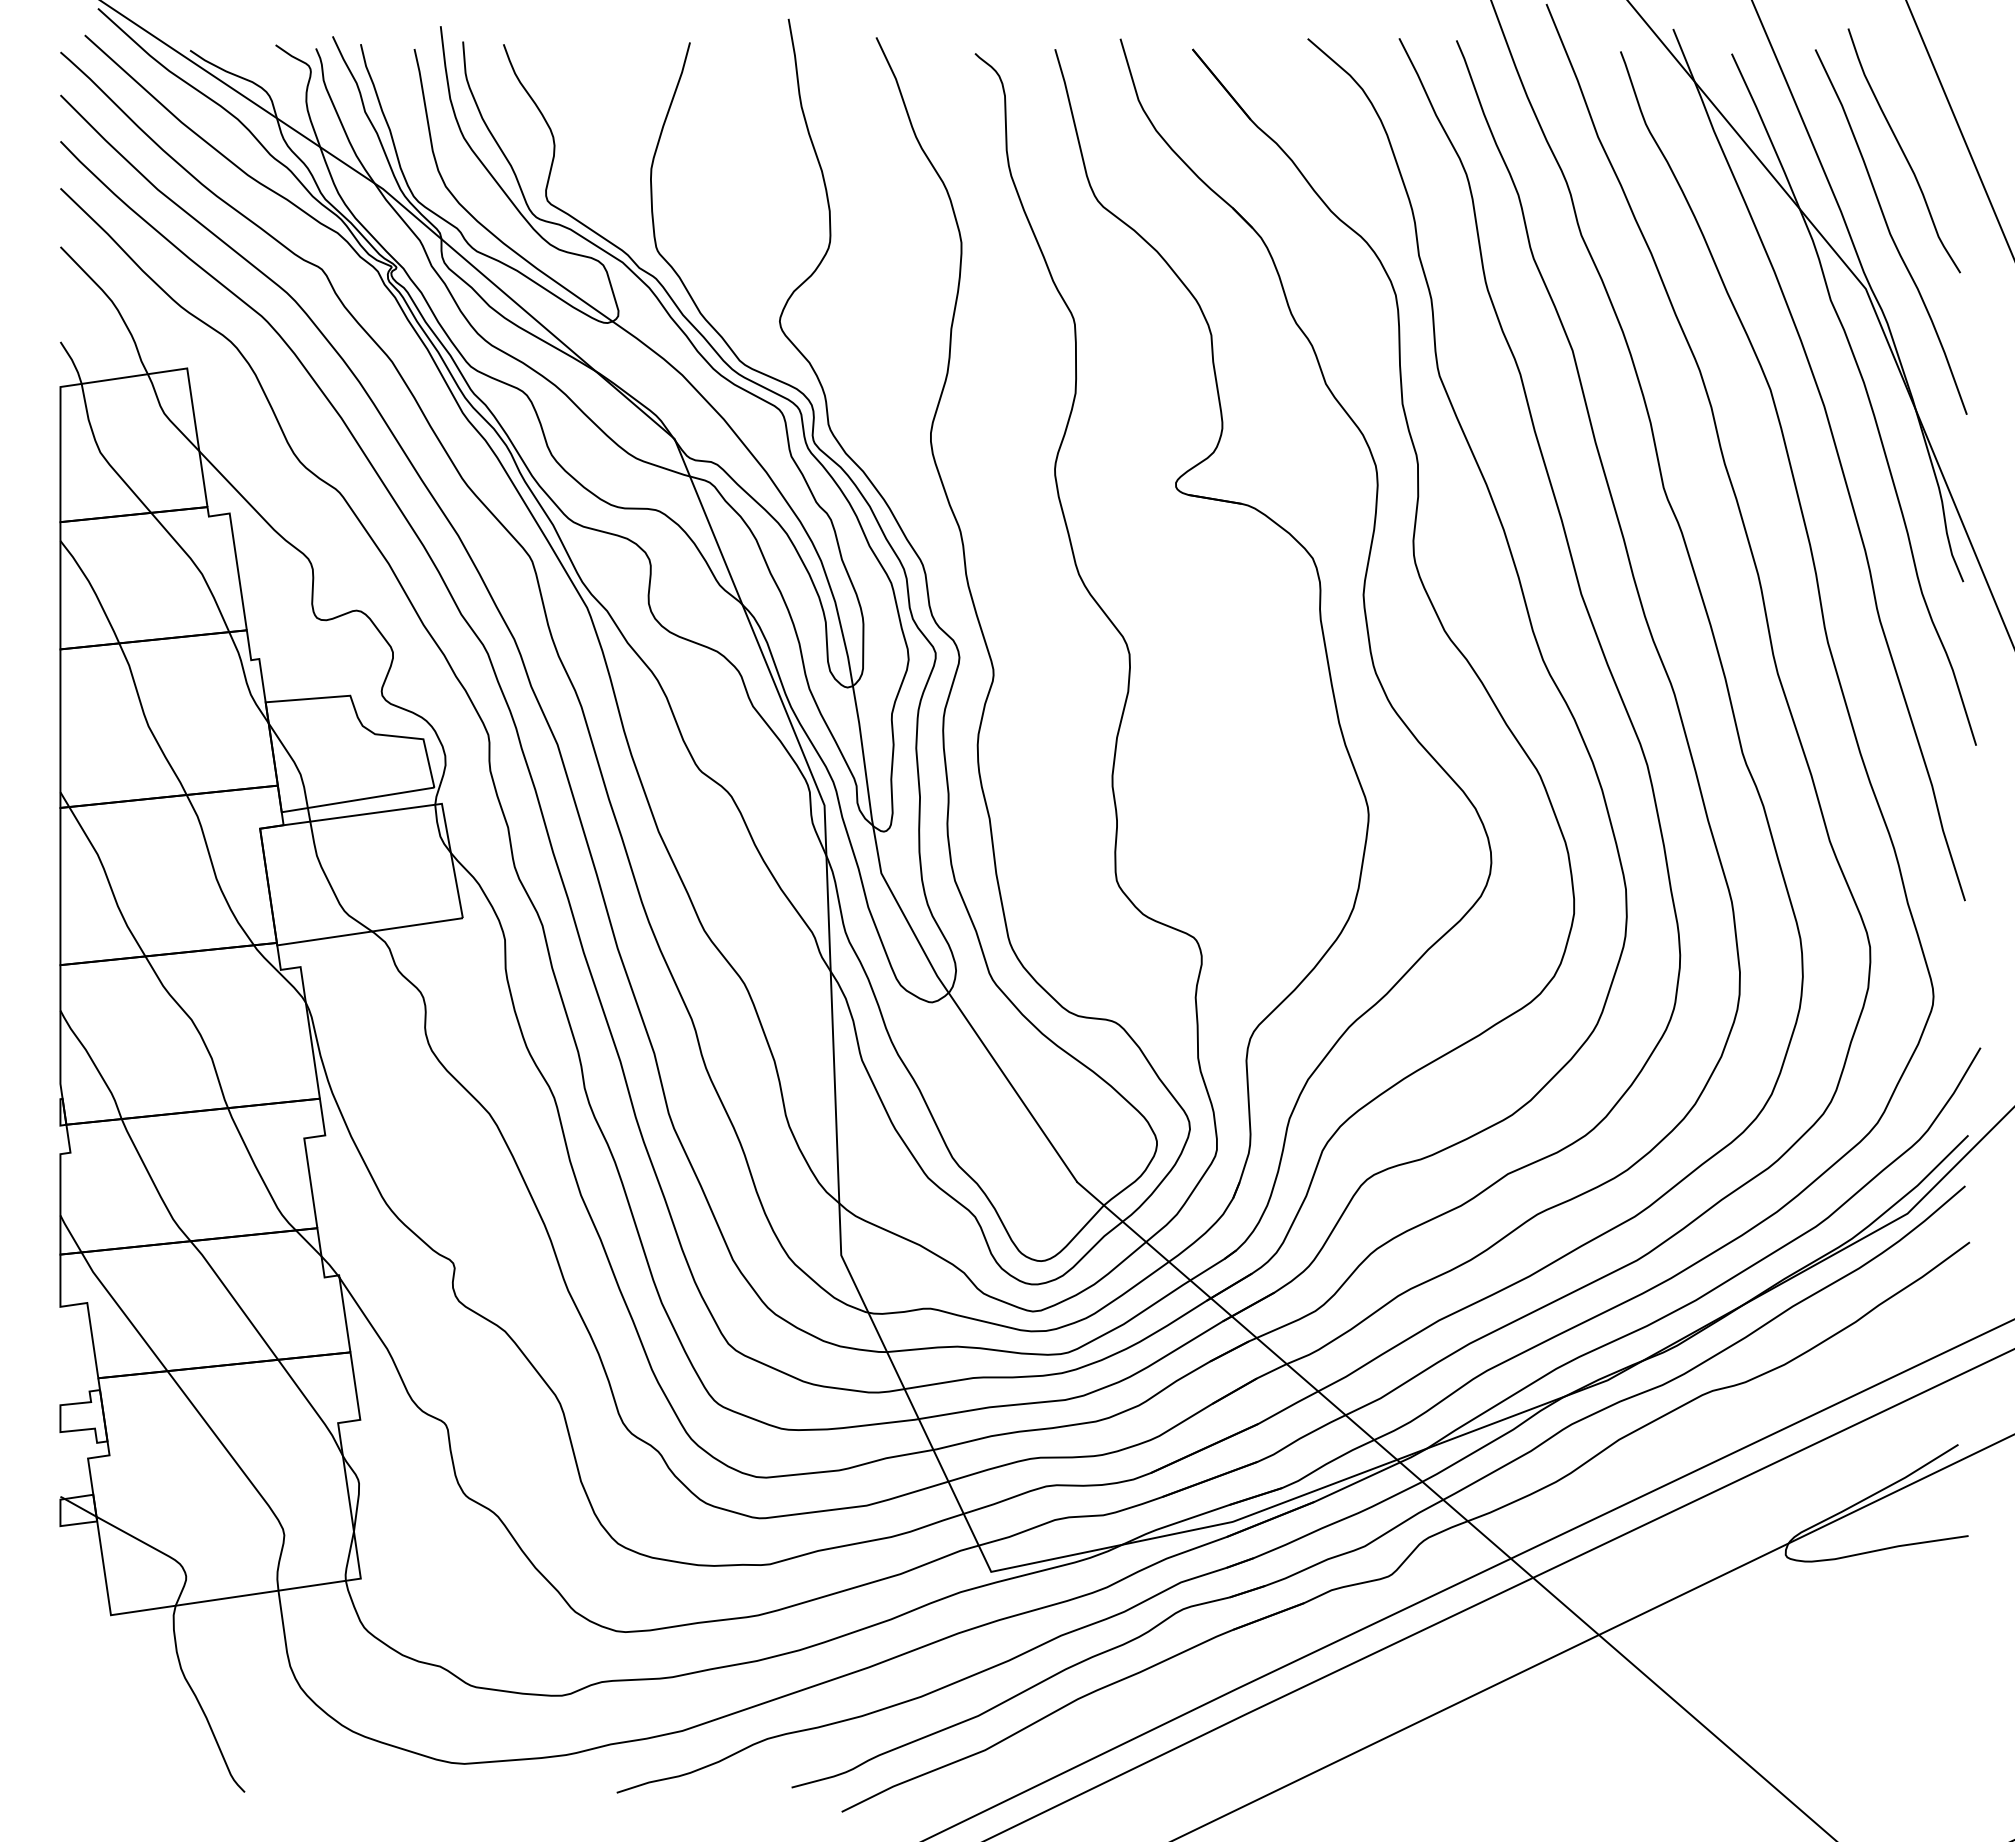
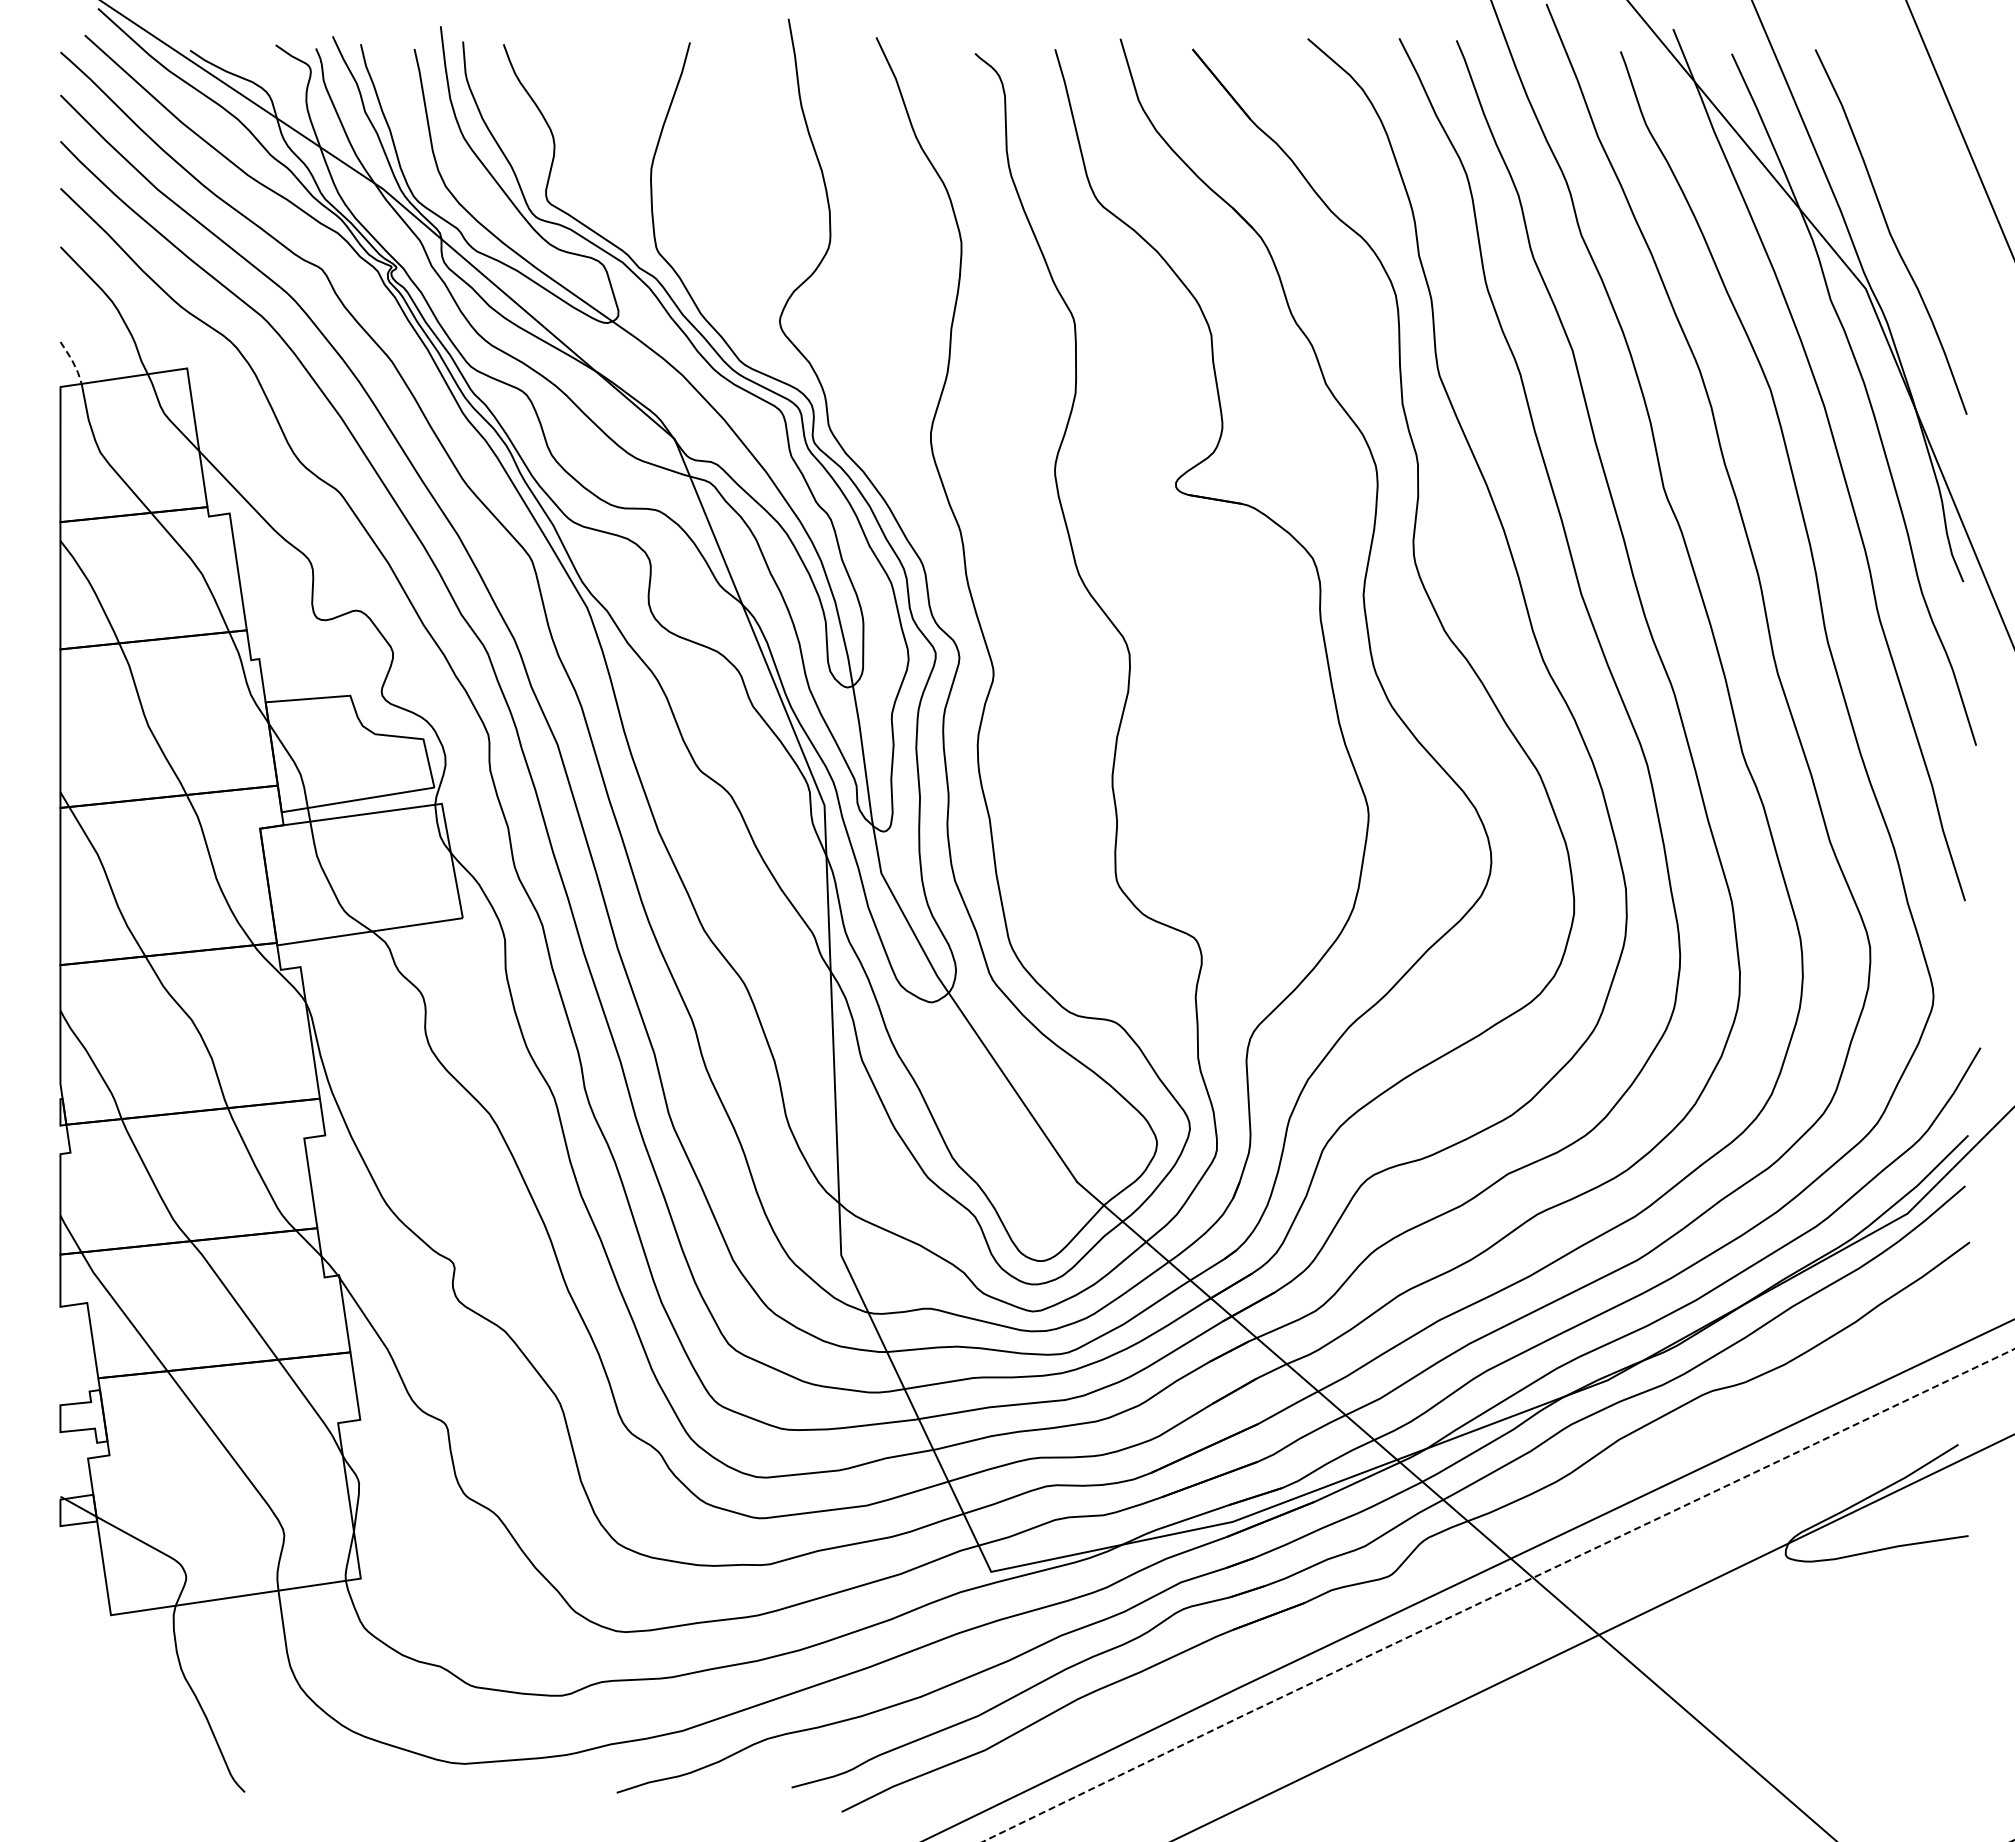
curve at (1903, 150): present -> none
line at (73, 362): solid -> dashed
line at (1498, 1594): solid -> dashed
